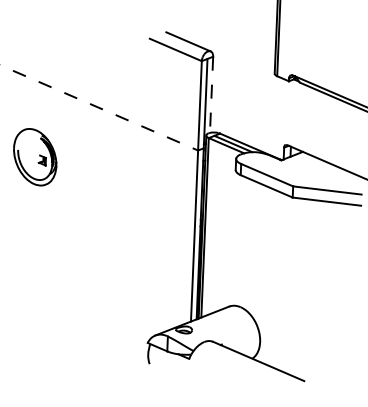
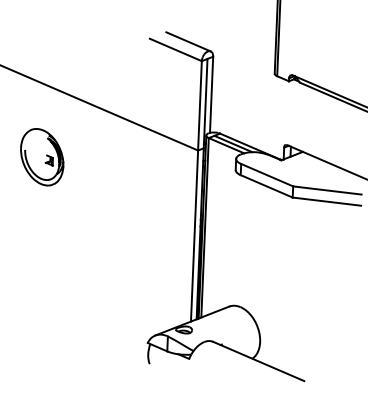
line at (211, 95): dashed -> solid
line at (99, 107): dashed -> solid
part at (35, 157) position: (35, 157) -> (42, 157)
